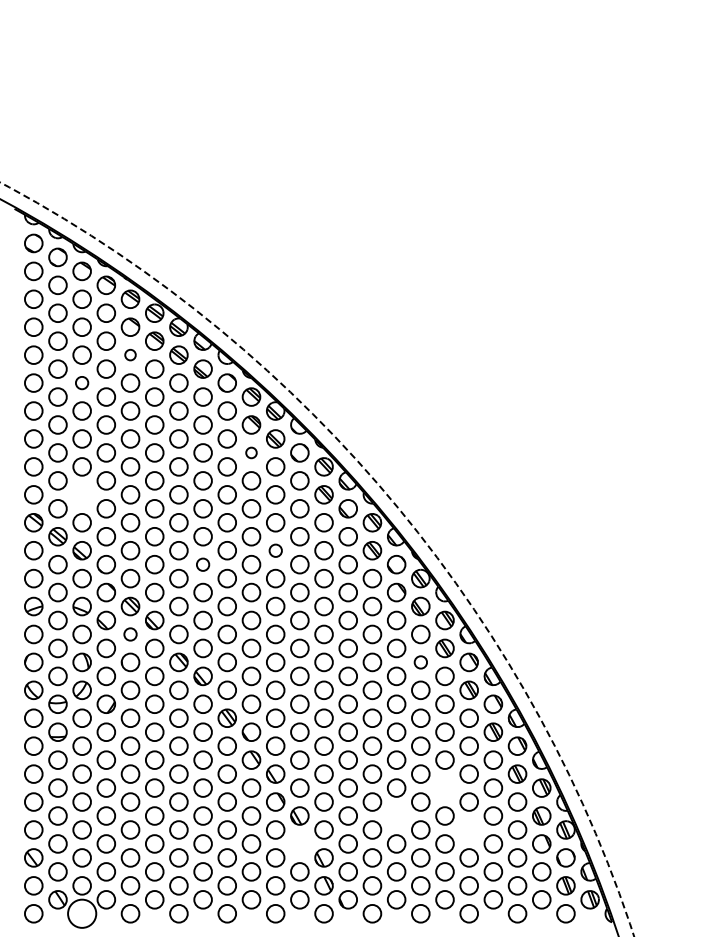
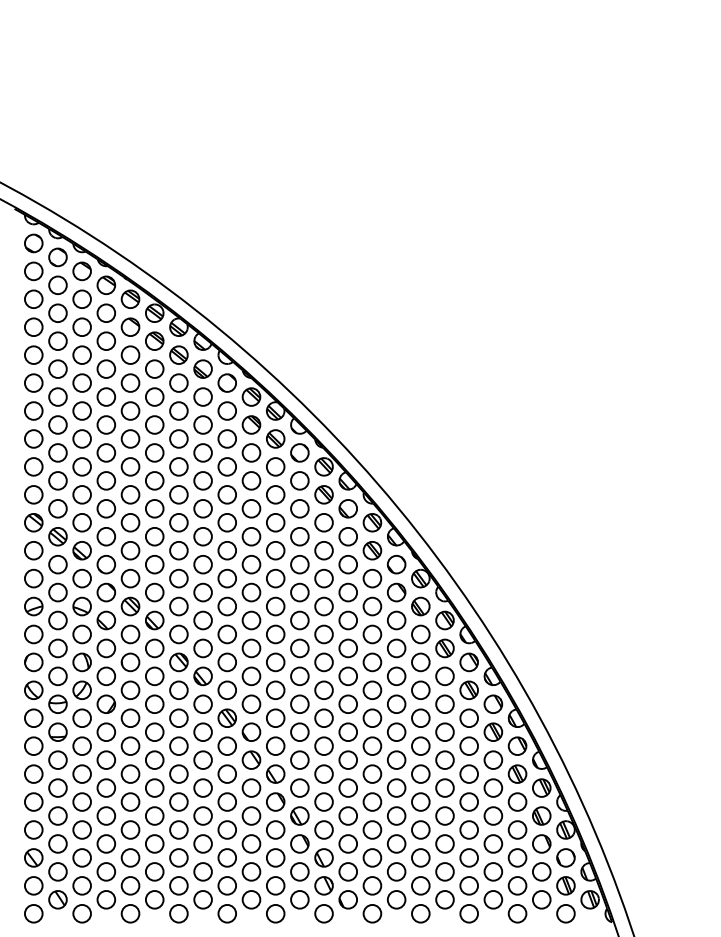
circle at (130, 354) size: 13x14 px -> 21x20 px
circle at (82, 383) size: 15x15 px -> 20x20 px
circle at (251, 452) size: 13x14 px -> 21x20 px
circle at (81, 494): none -> present
circle at (275, 550) size: 15x15 px -> 20x20 px
circle at (317, 559): dashed -> solid
circle at (203, 564) size: 15x15 px -> 20x20 px
circle at (130, 634) size: 15x15 px -> 21x21 px
circle at (420, 662) size: 15x15 px -> 20x21 px
circle at (444, 787): none -> present
circle at (396, 815): none -> present
circle at (468, 829): none -> present
part at (299, 843): none -> present
circle at (82, 913) diameter: 28 px -> 18 px
